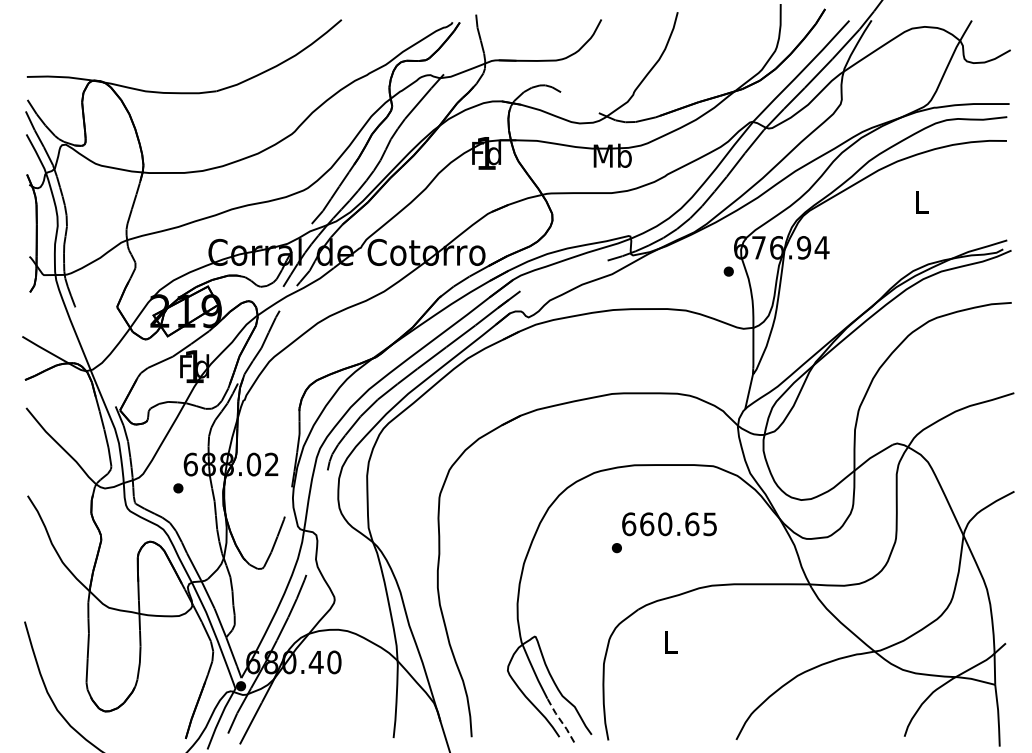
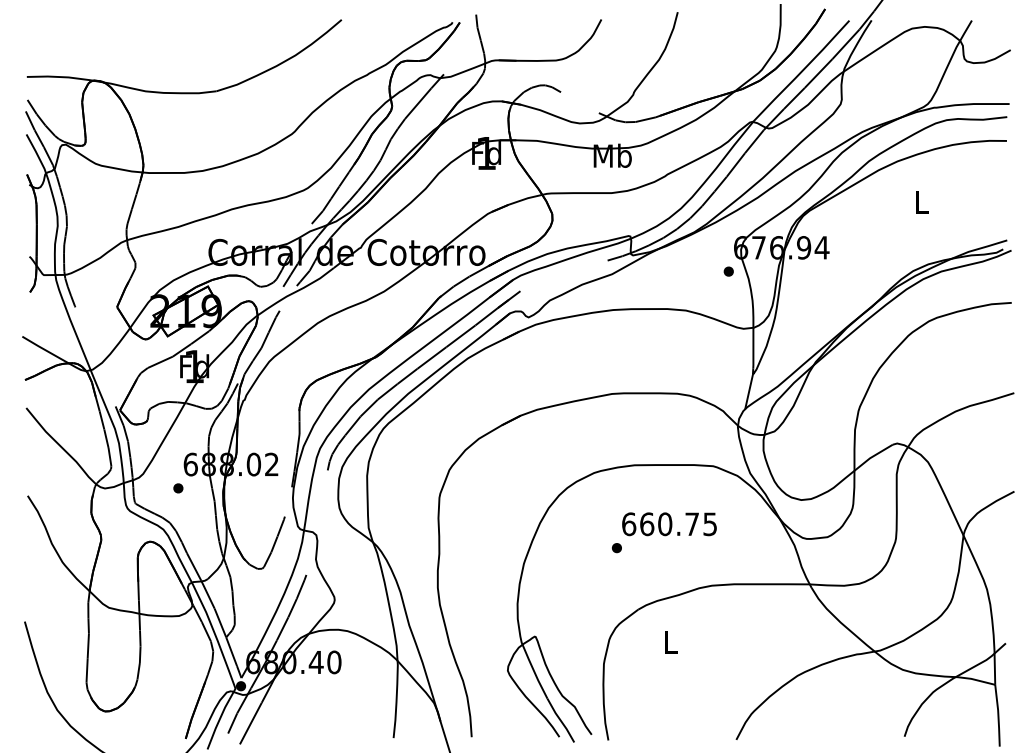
text at (692, 524): 660.65 -> 660.75
line at (560, 720): dashed -> solid
